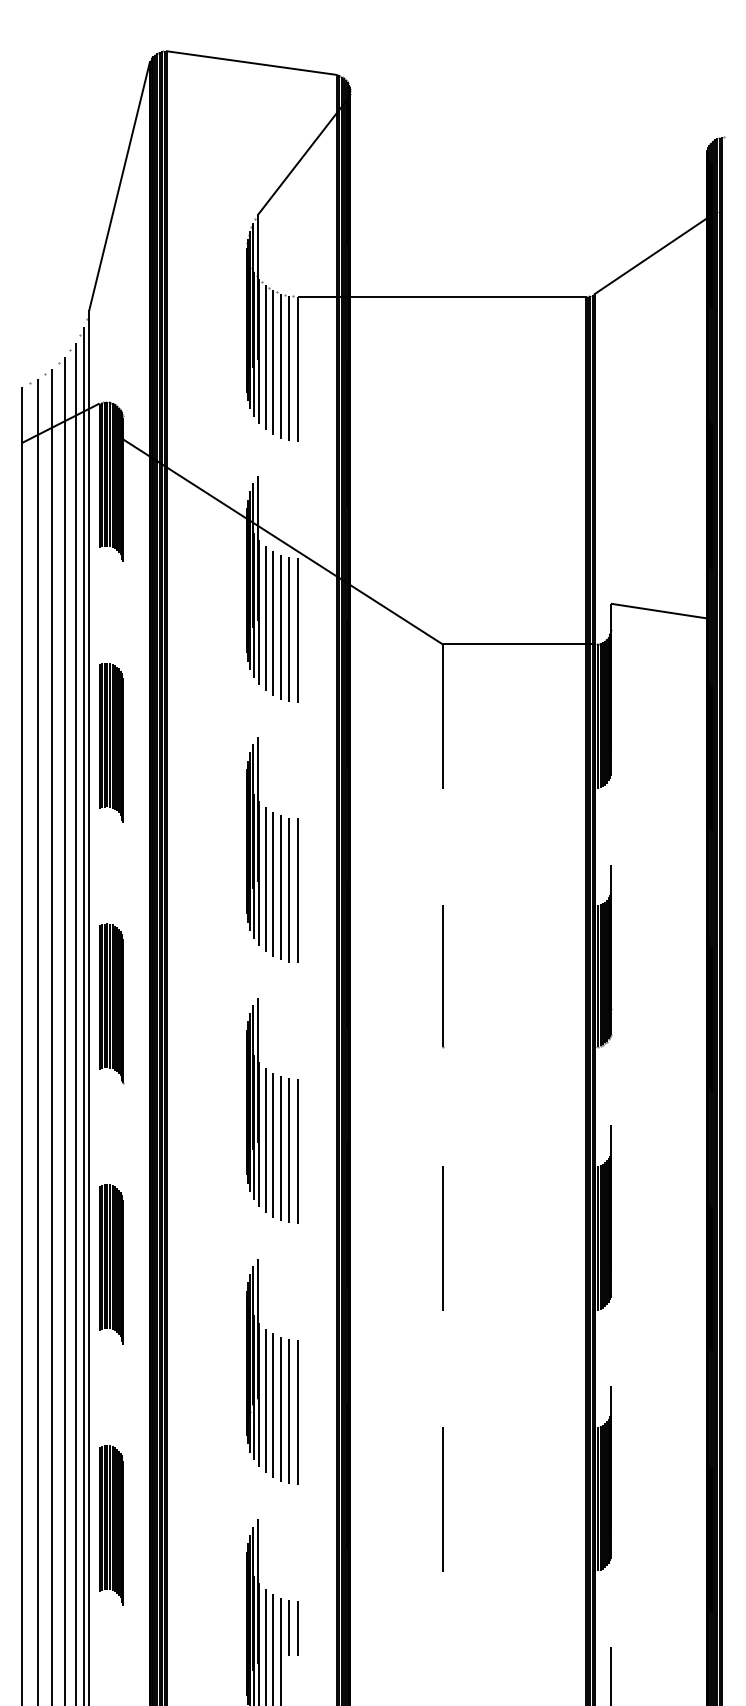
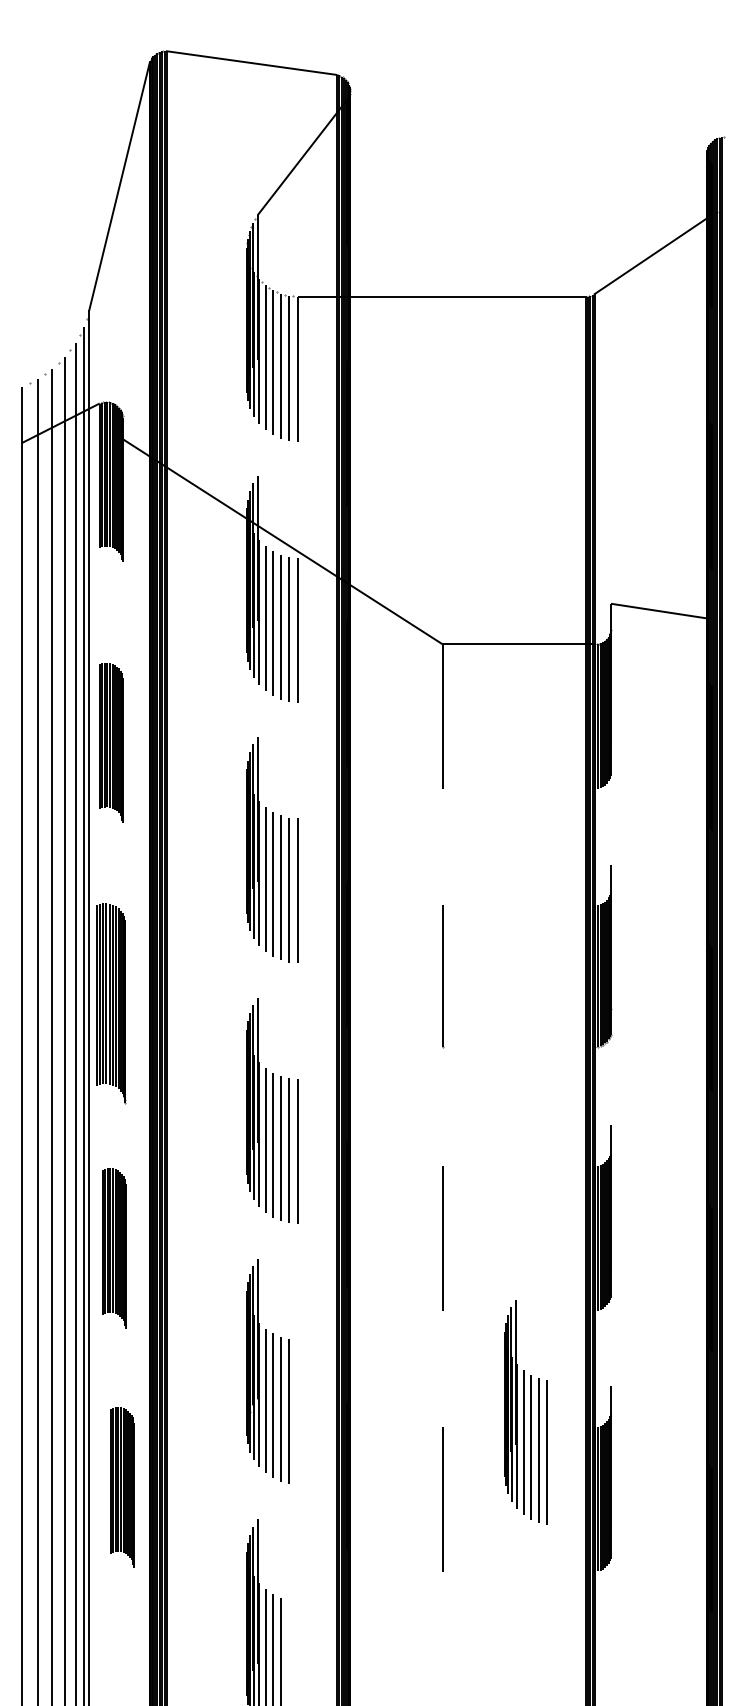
part at (111, 1003) size: 26x162 px -> 31x202 px
part at (111, 1264) position: (111, 1264) -> (114, 1248)
line at (297, 1412): present -> none
part at (525, 1412): none -> present
part at (111, 1525) position: (111, 1525) -> (122, 1487)
line at (288, 1627): present -> none
line at (297, 1628): present -> none
line at (611, 1674): present -> none
